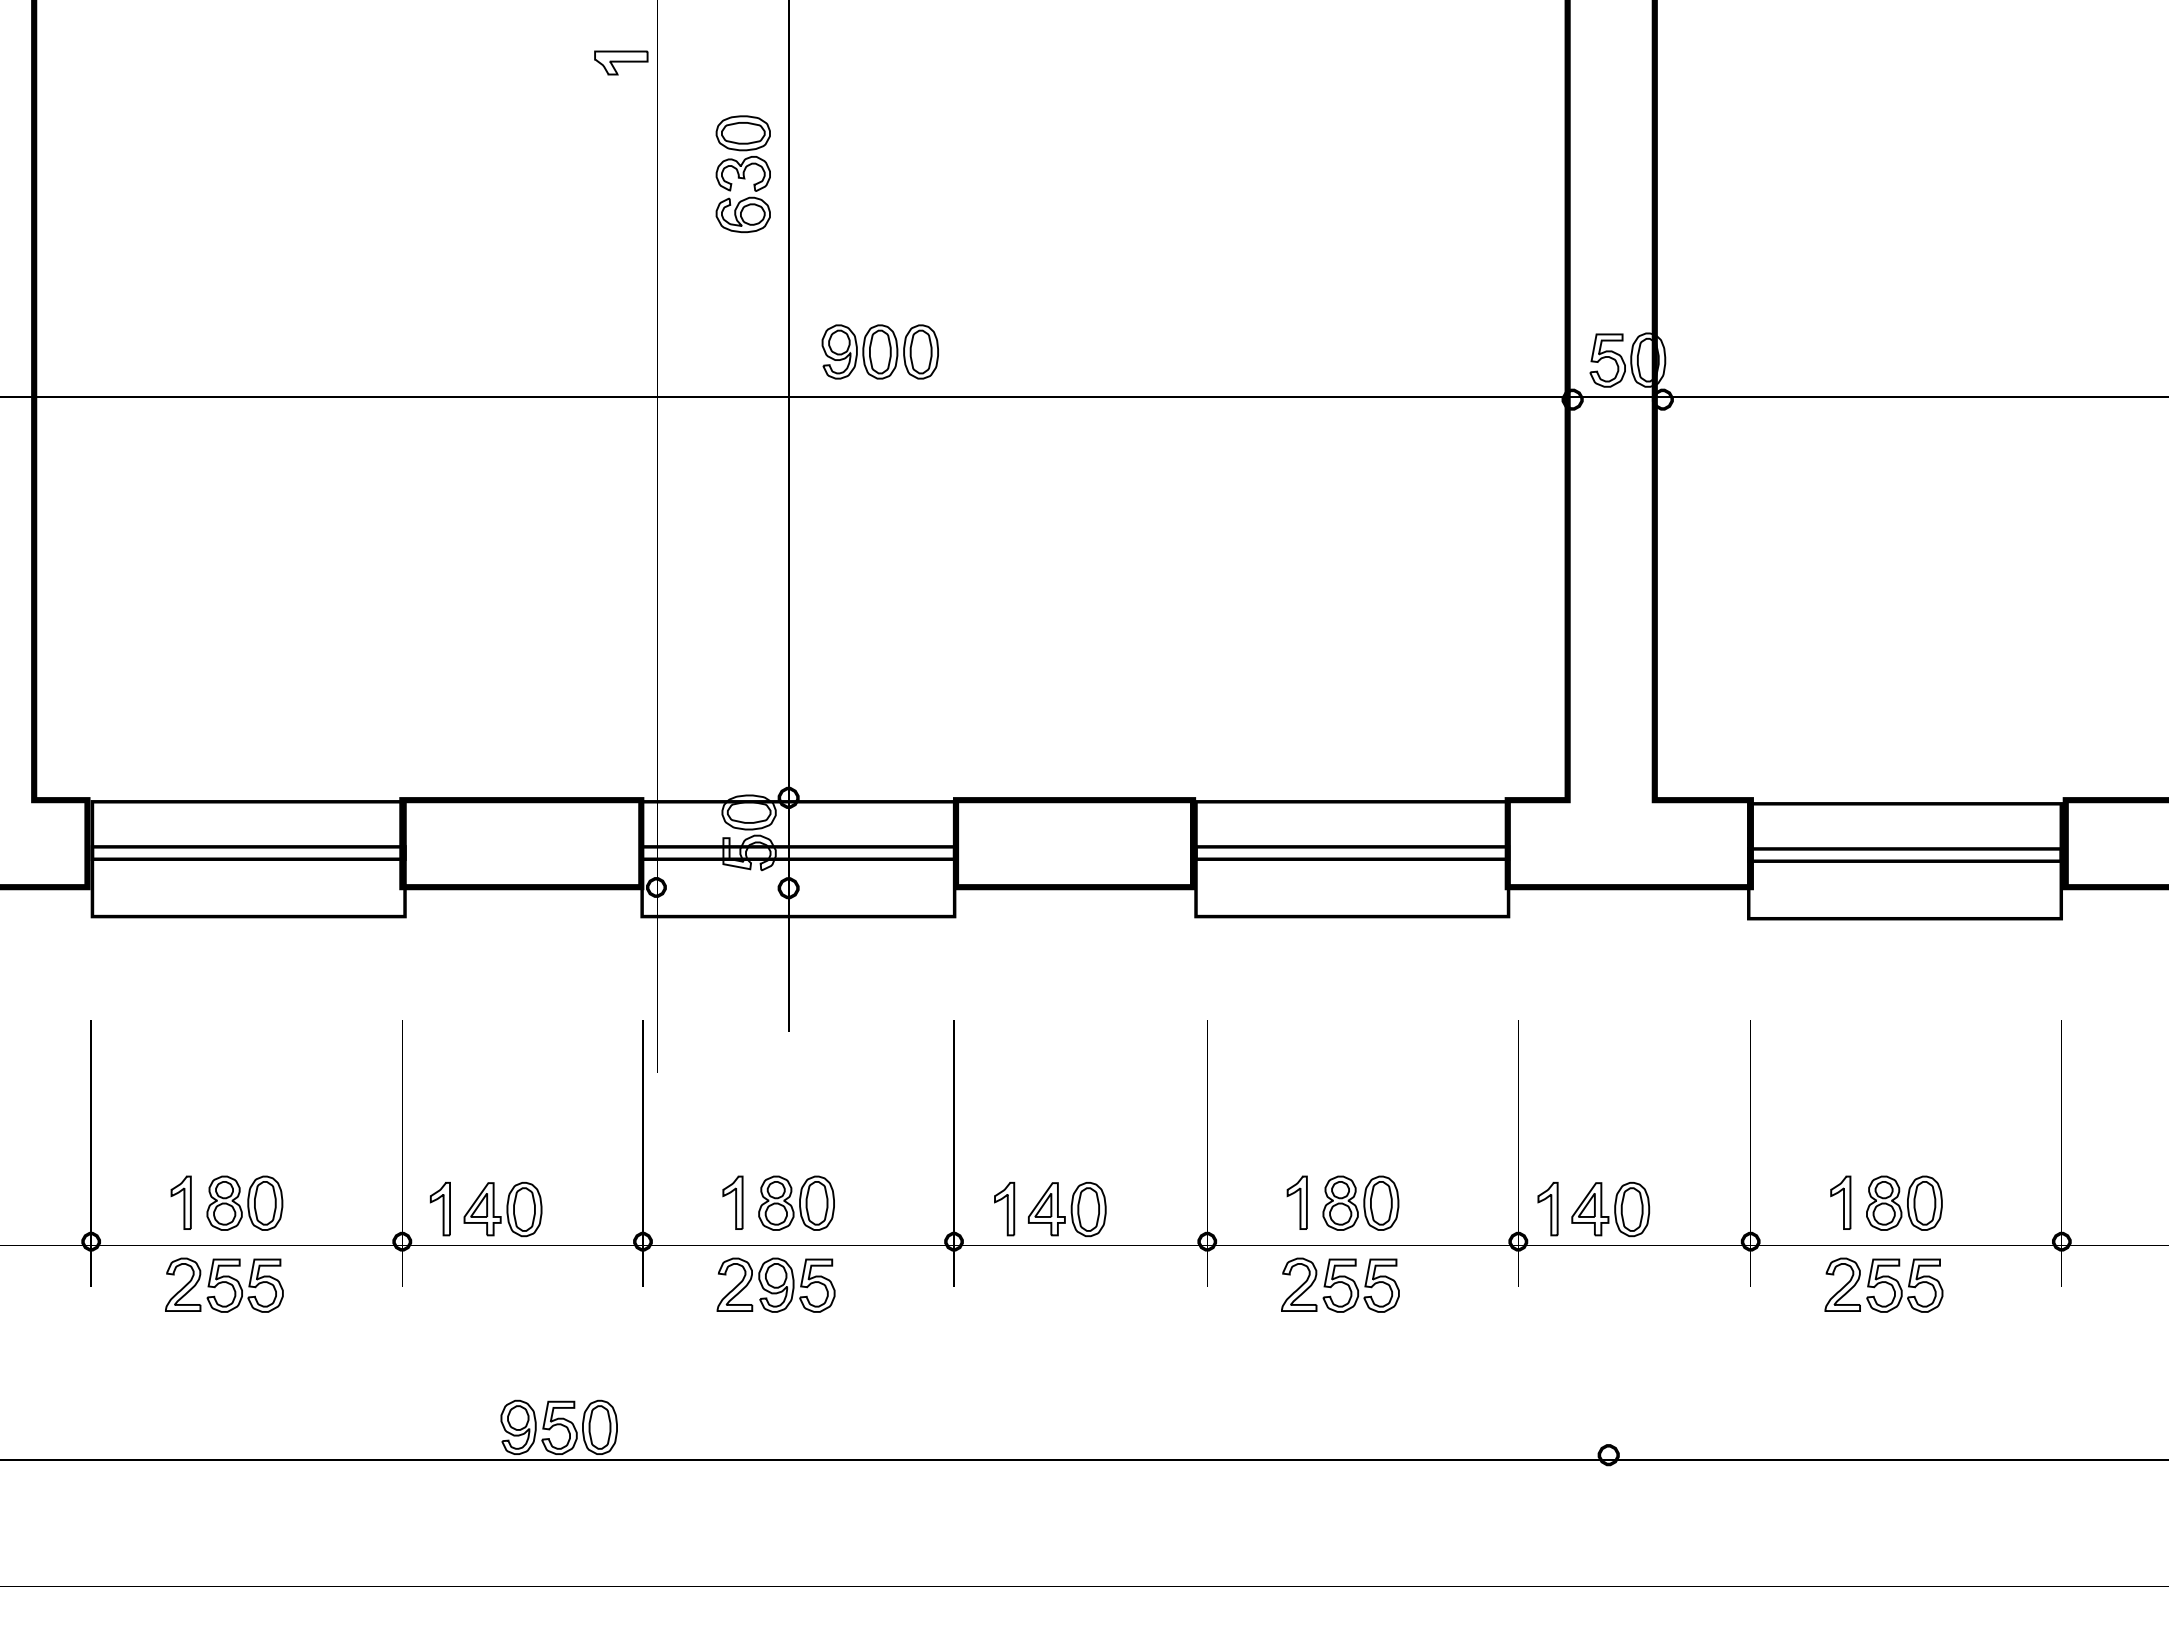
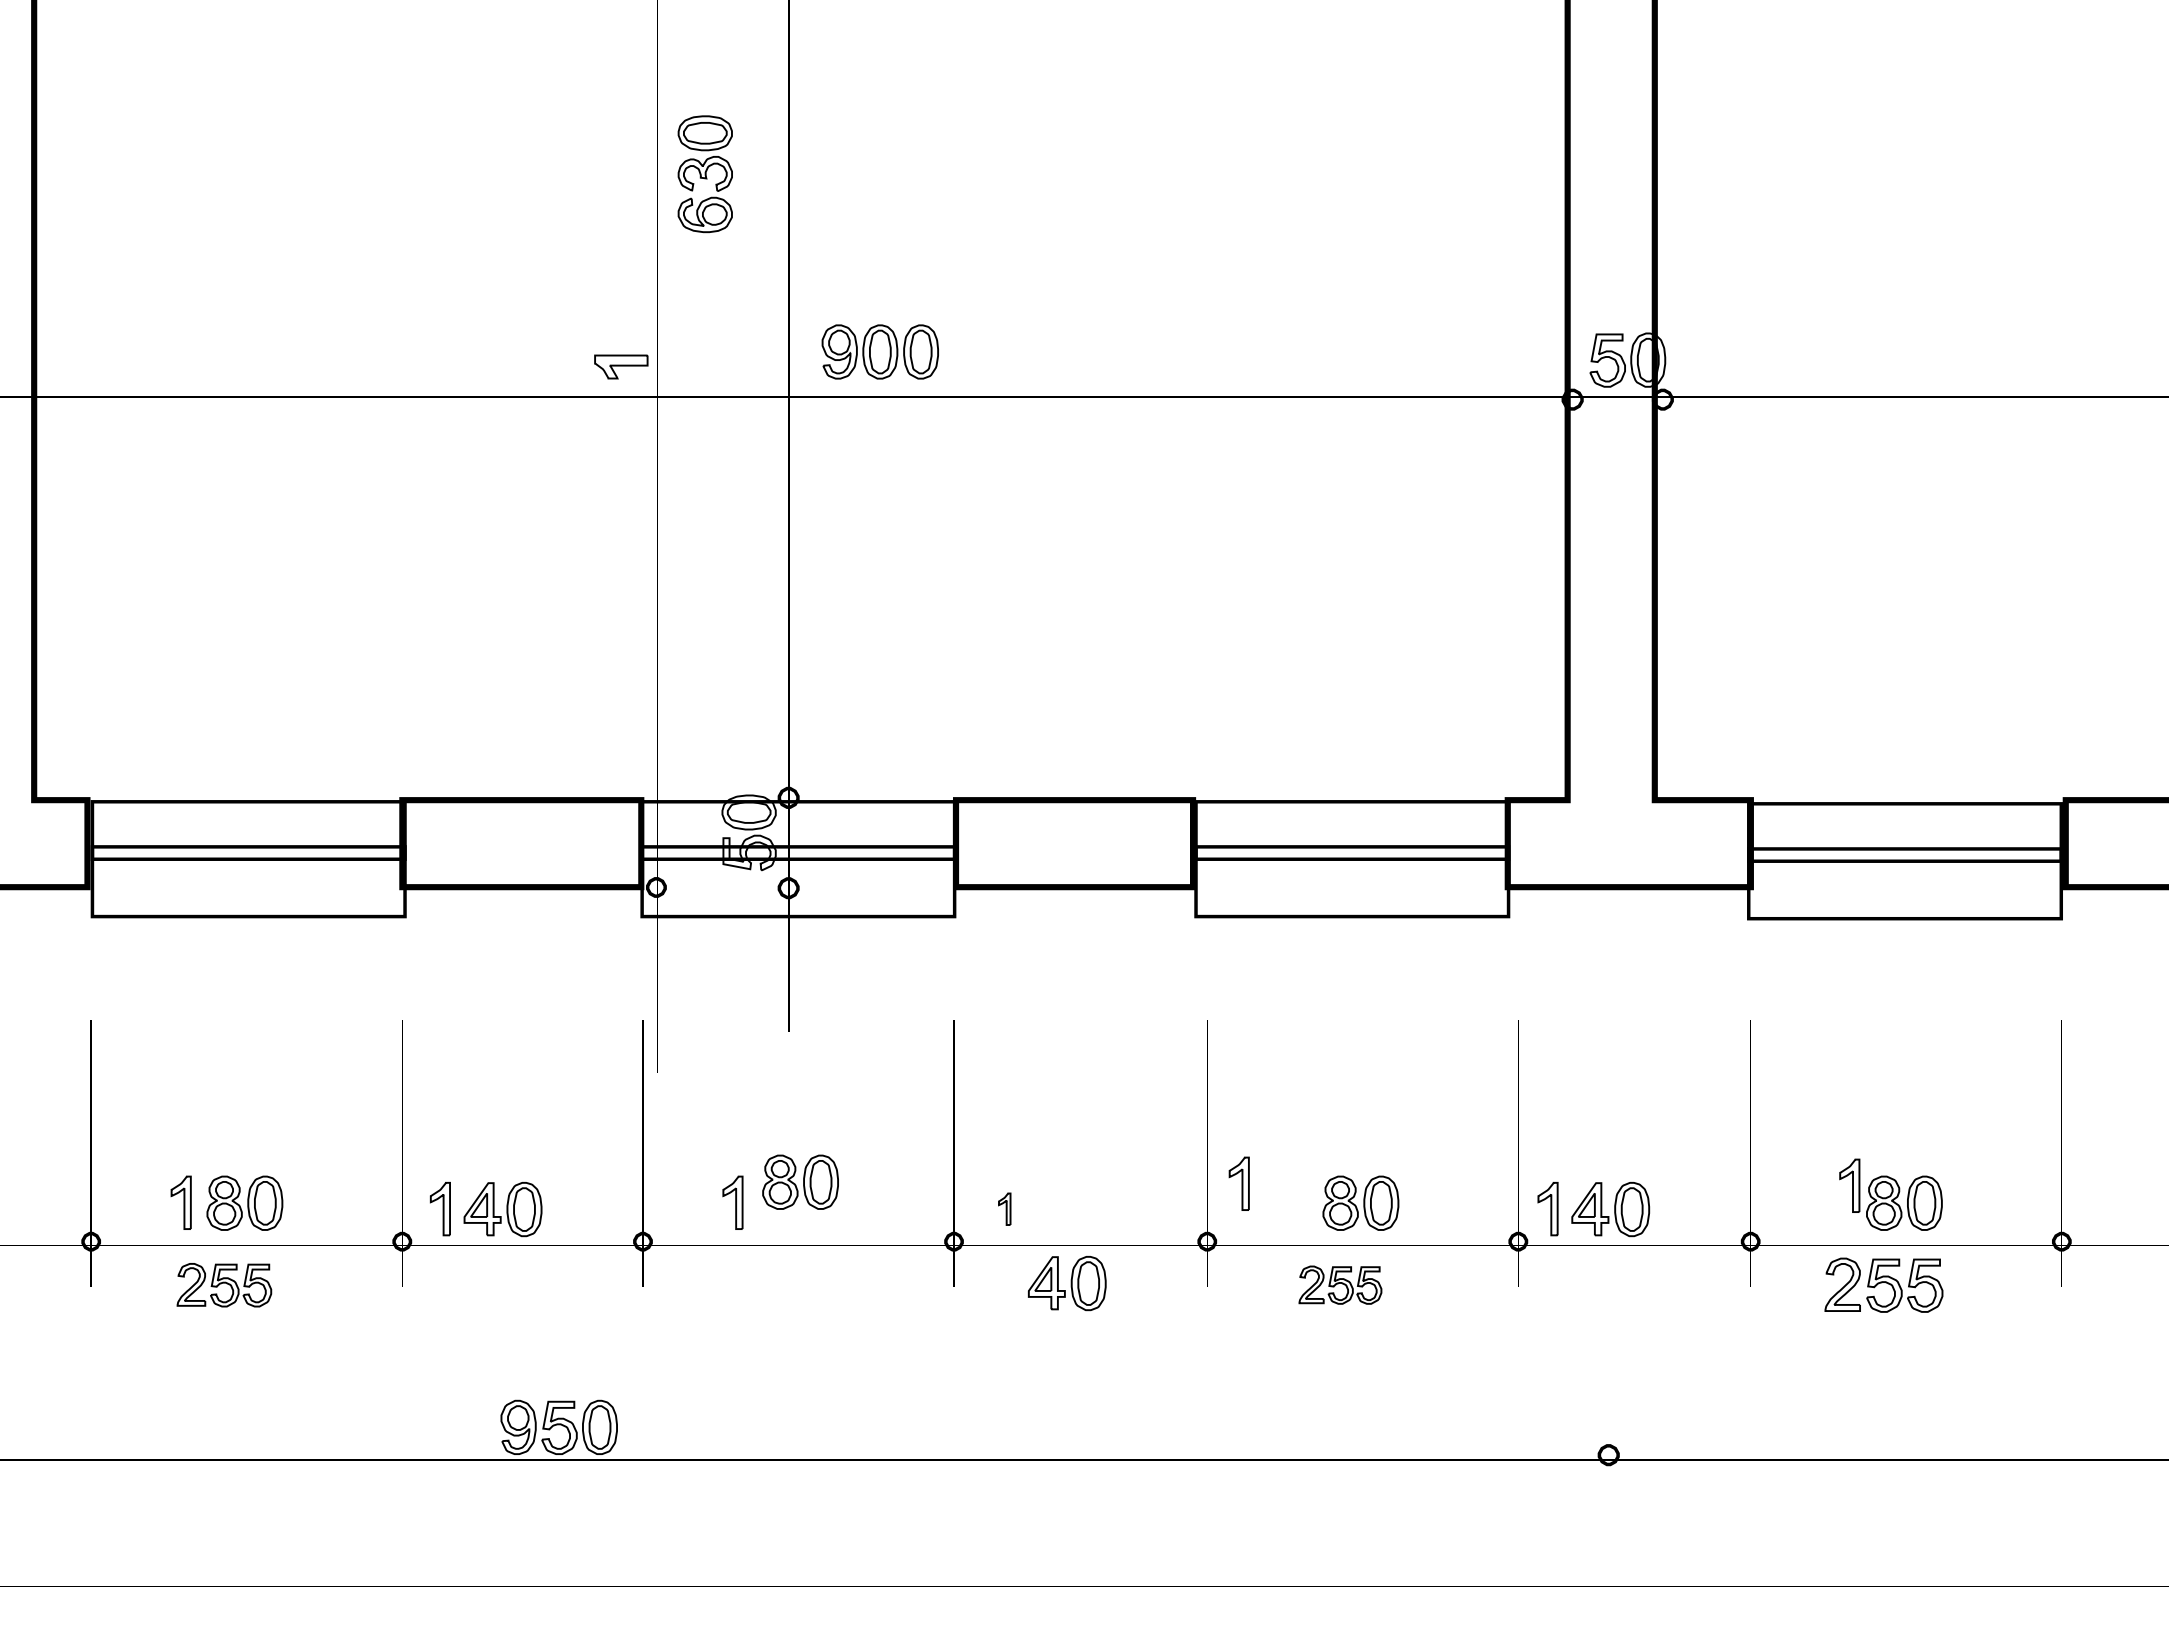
part at (621, 62) position: (621, 62) -> (621, 366)
part at (742, 174) position: (742, 174) -> (704, 174)
part at (796, 1202) position: (796, 1202) -> (800, 1181)
part at (1296, 1202) position: (1296, 1202) -> (1238, 1183)
part at (1840, 1202) position: (1840, 1202) -> (1849, 1185)
part at (1004, 1209) size: 22x55 px -> 14x34 px
part at (1067, 1209) position: (1067, 1209) -> (1067, 1283)
part at (224, 1284) size: 119x56 px -> 97x45 px
part at (775, 1284): present -> none
part at (1340, 1284) size: 119x56 px -> 85x40 px
